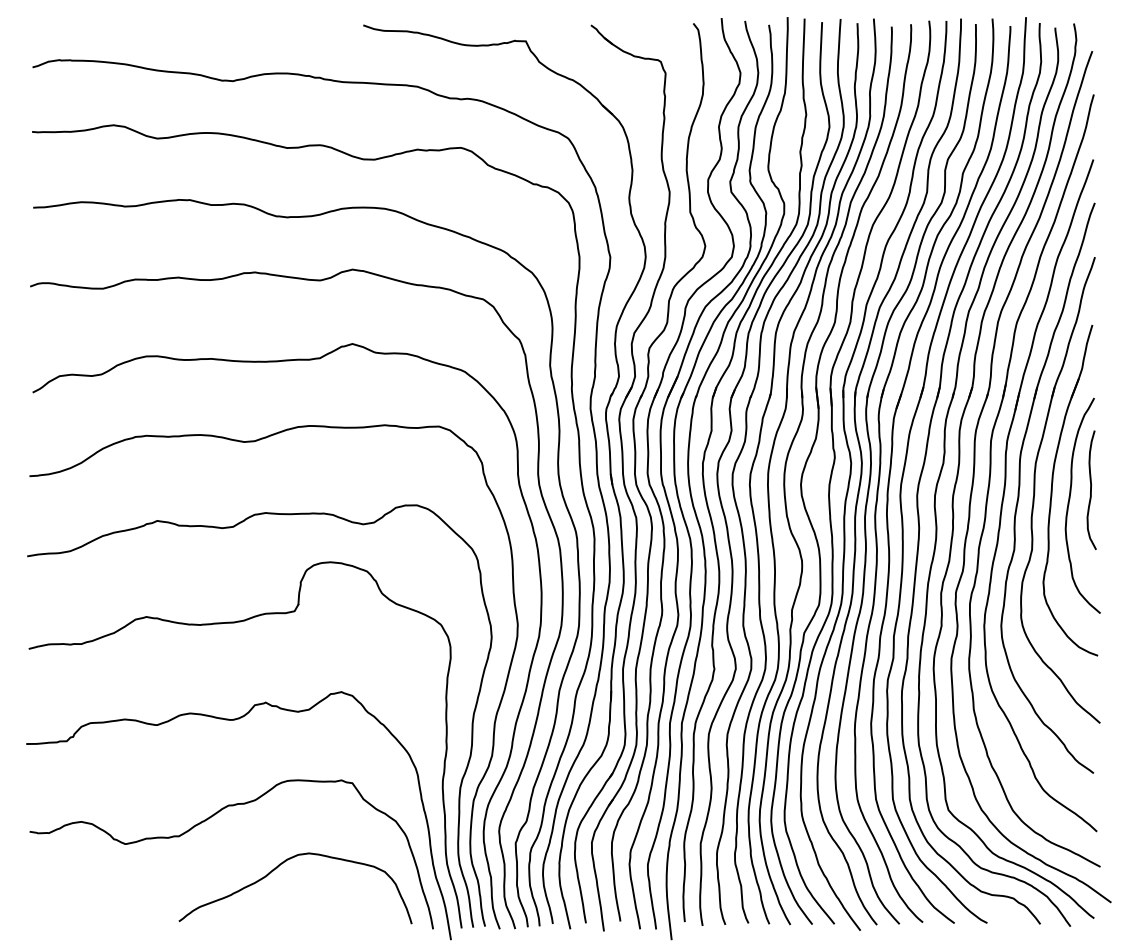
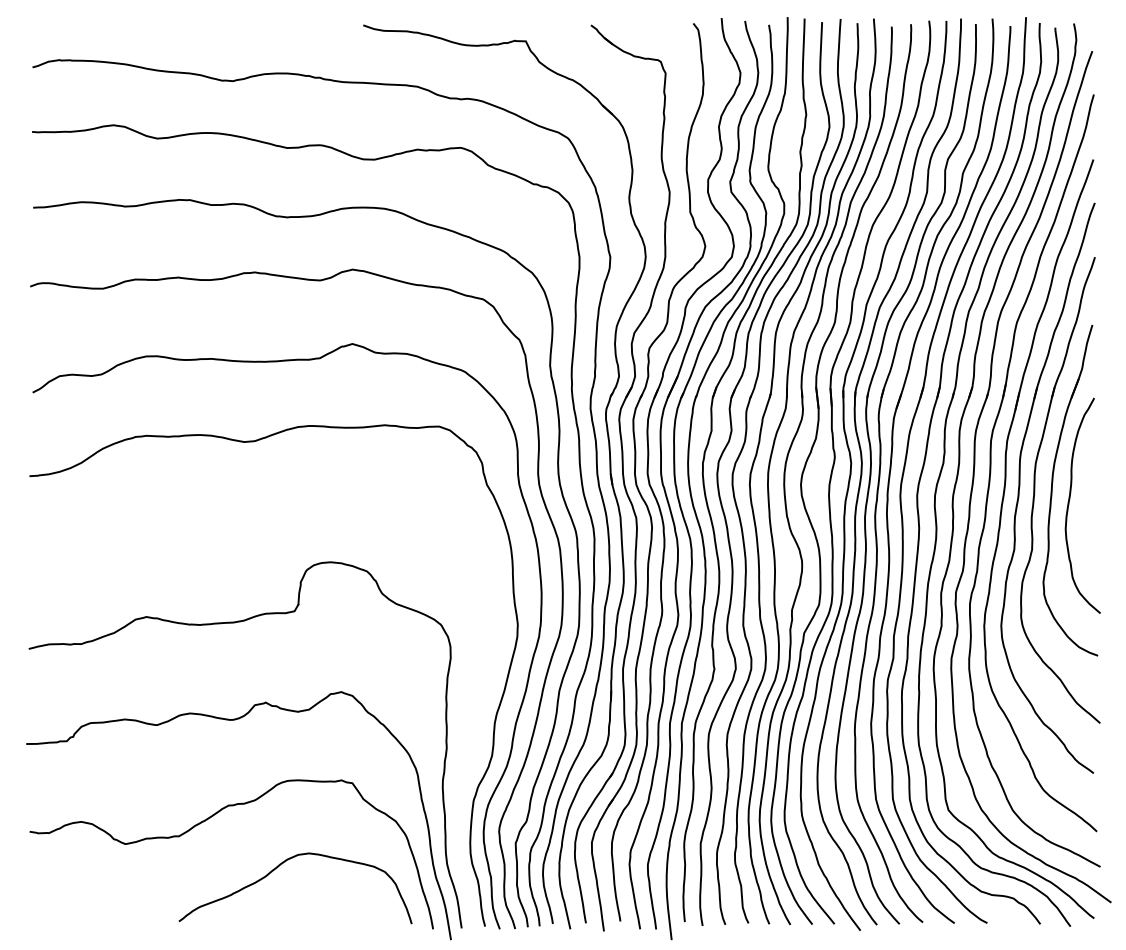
curve at (1091, 489): present -> none
curve at (230, 528): present -> none
